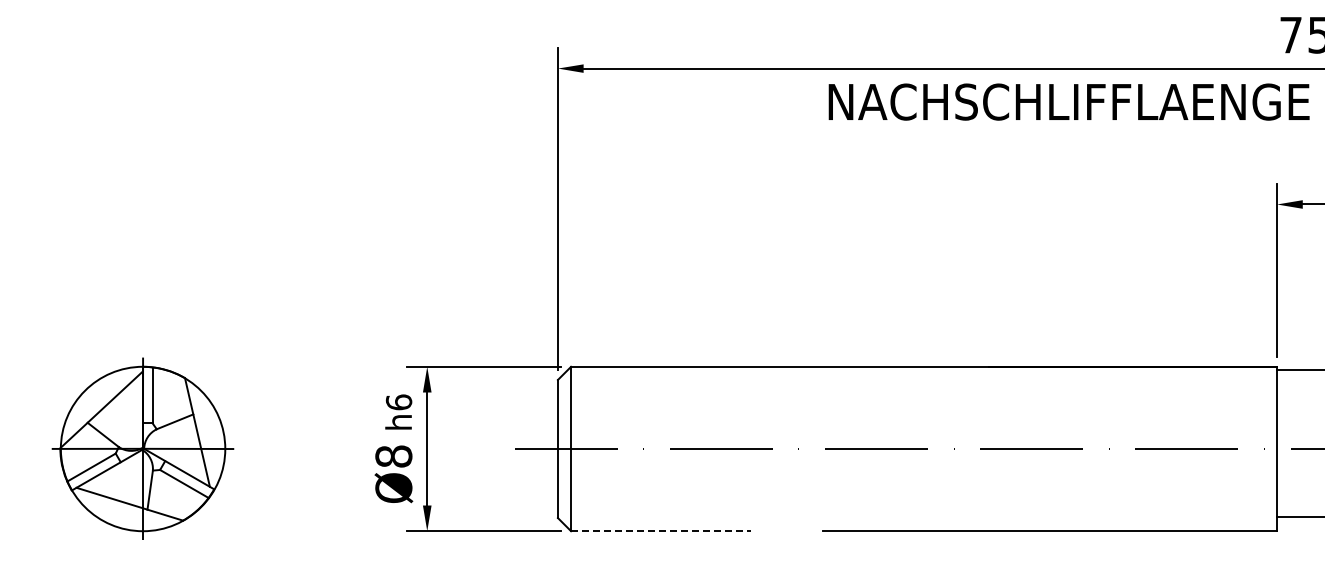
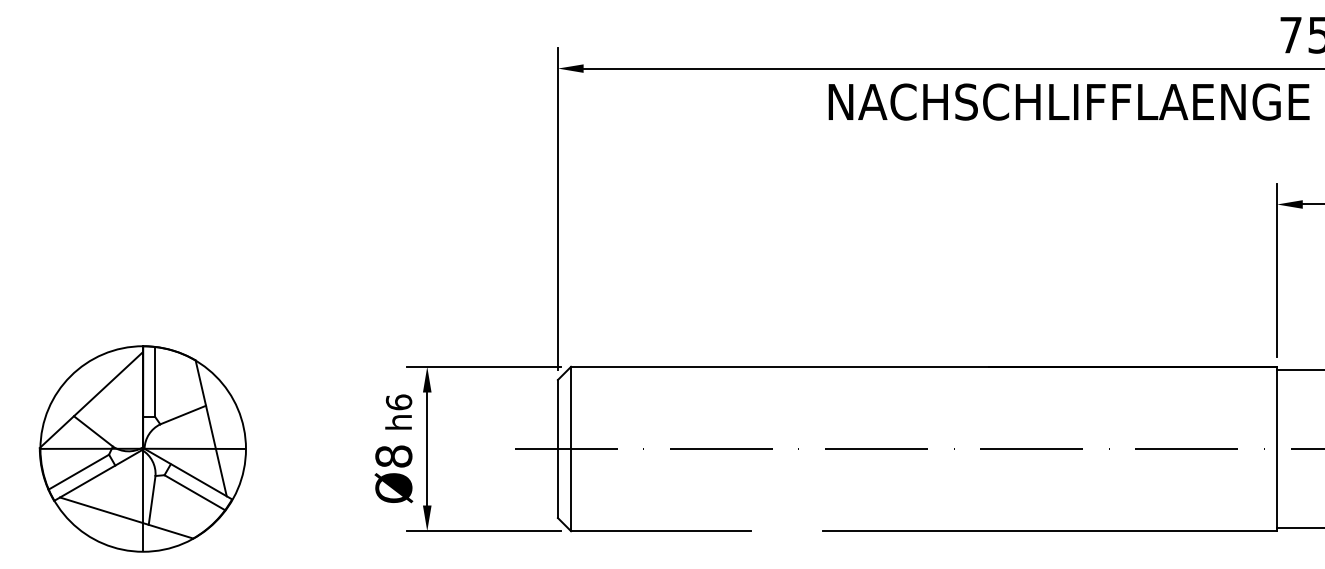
part at (142, 448) size: 181x180 px -> 209x208 px
line at (1299, 517) position: (1299, 517) -> (1299, 528)
line at (661, 531): dashed -> solid
